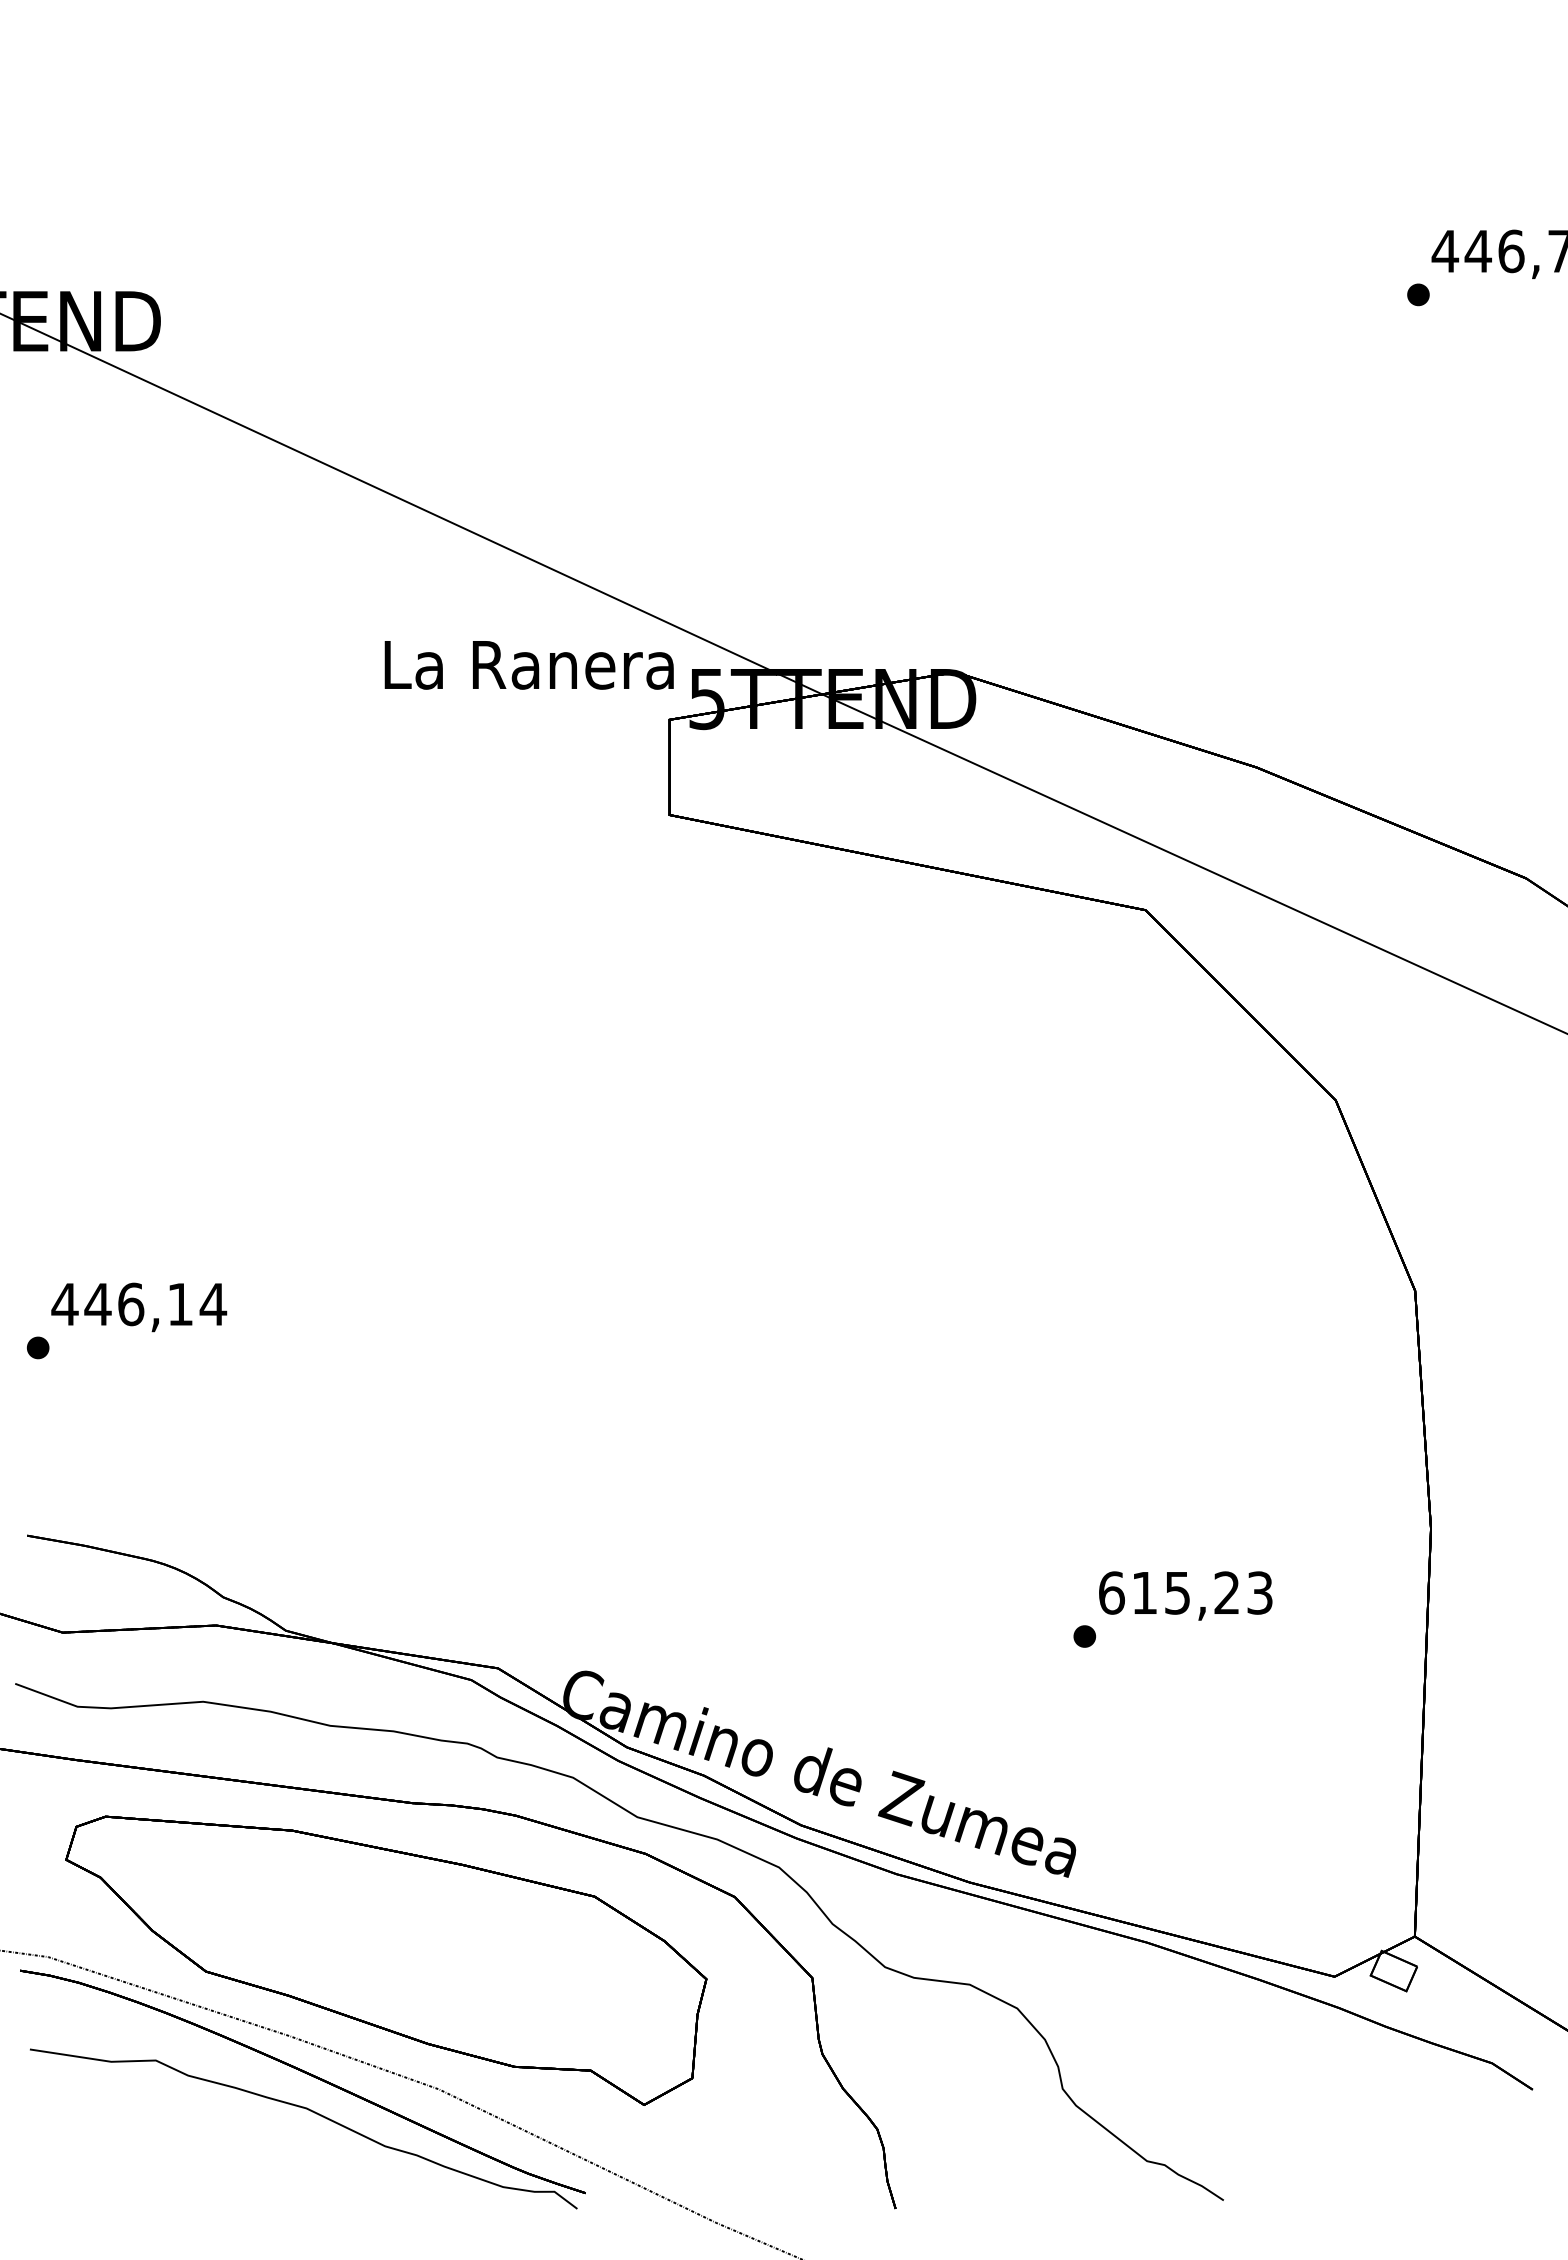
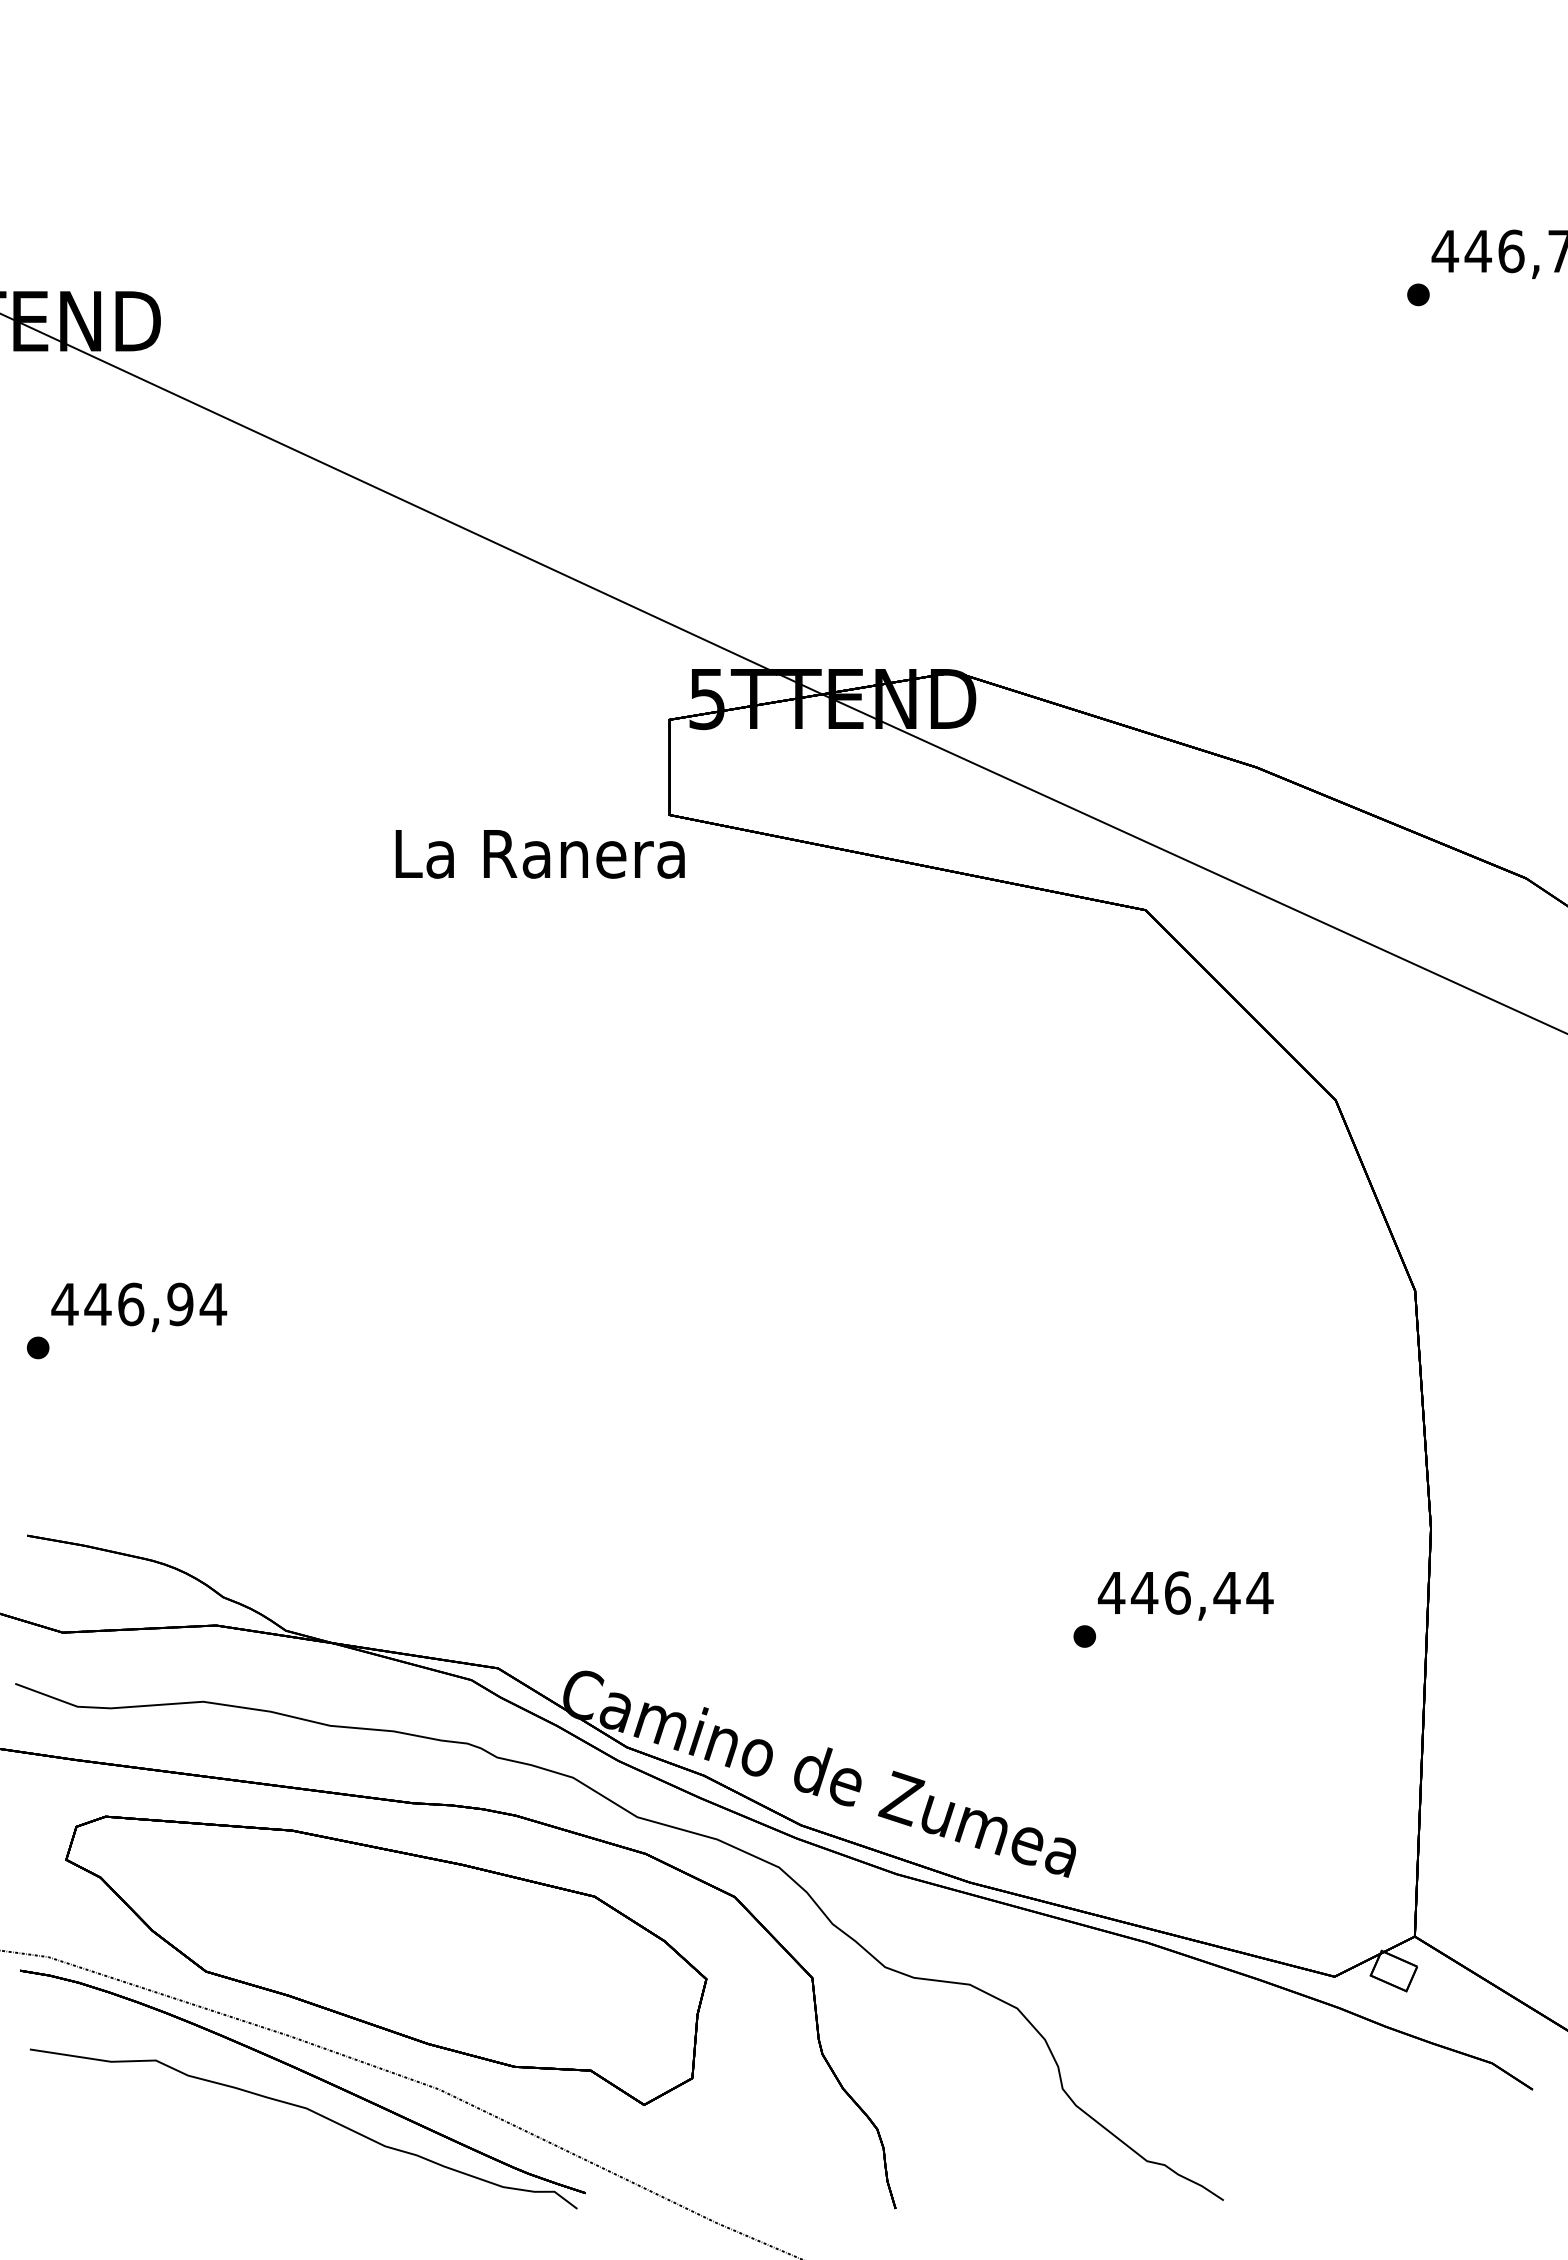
text at (528, 665) position: (528, 665) -> (539, 854)
text at (180, 1304): 446,14 -> 446,94
text at (1185, 1592): 615,23 -> 446,44
